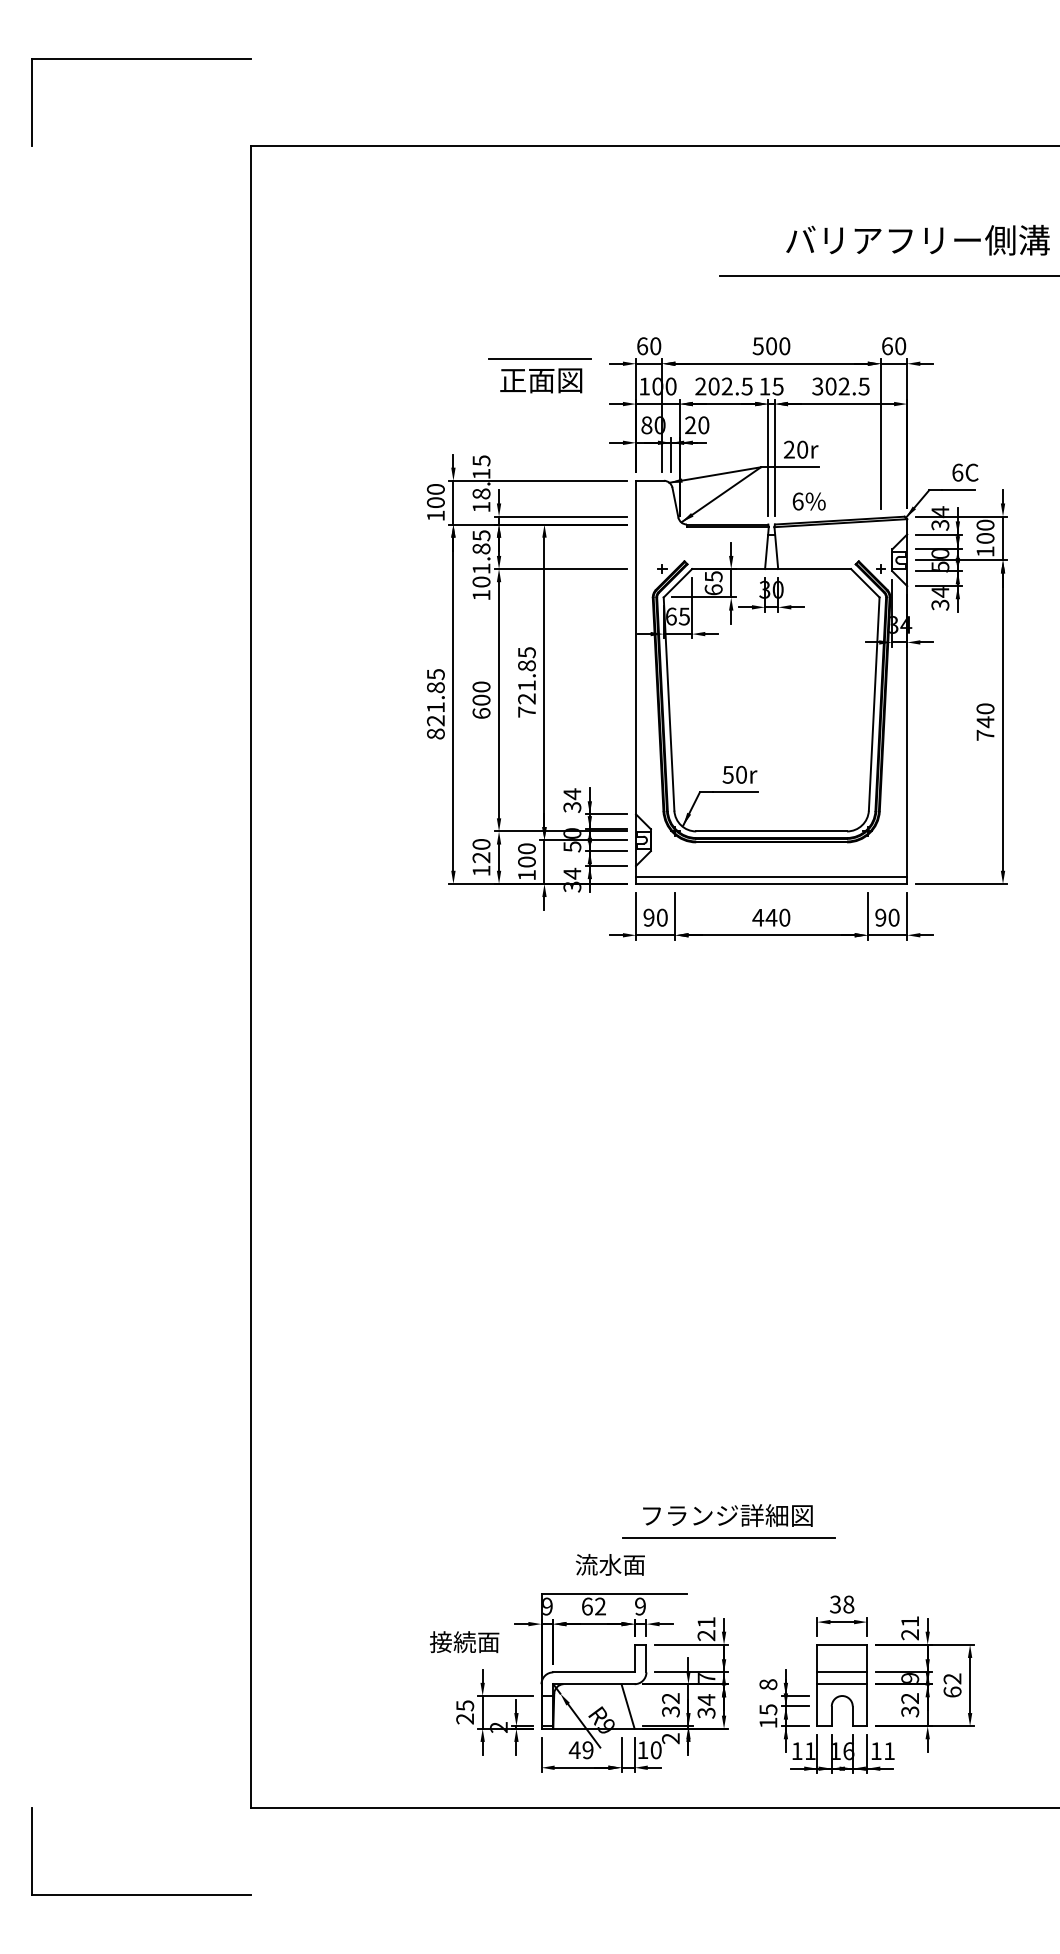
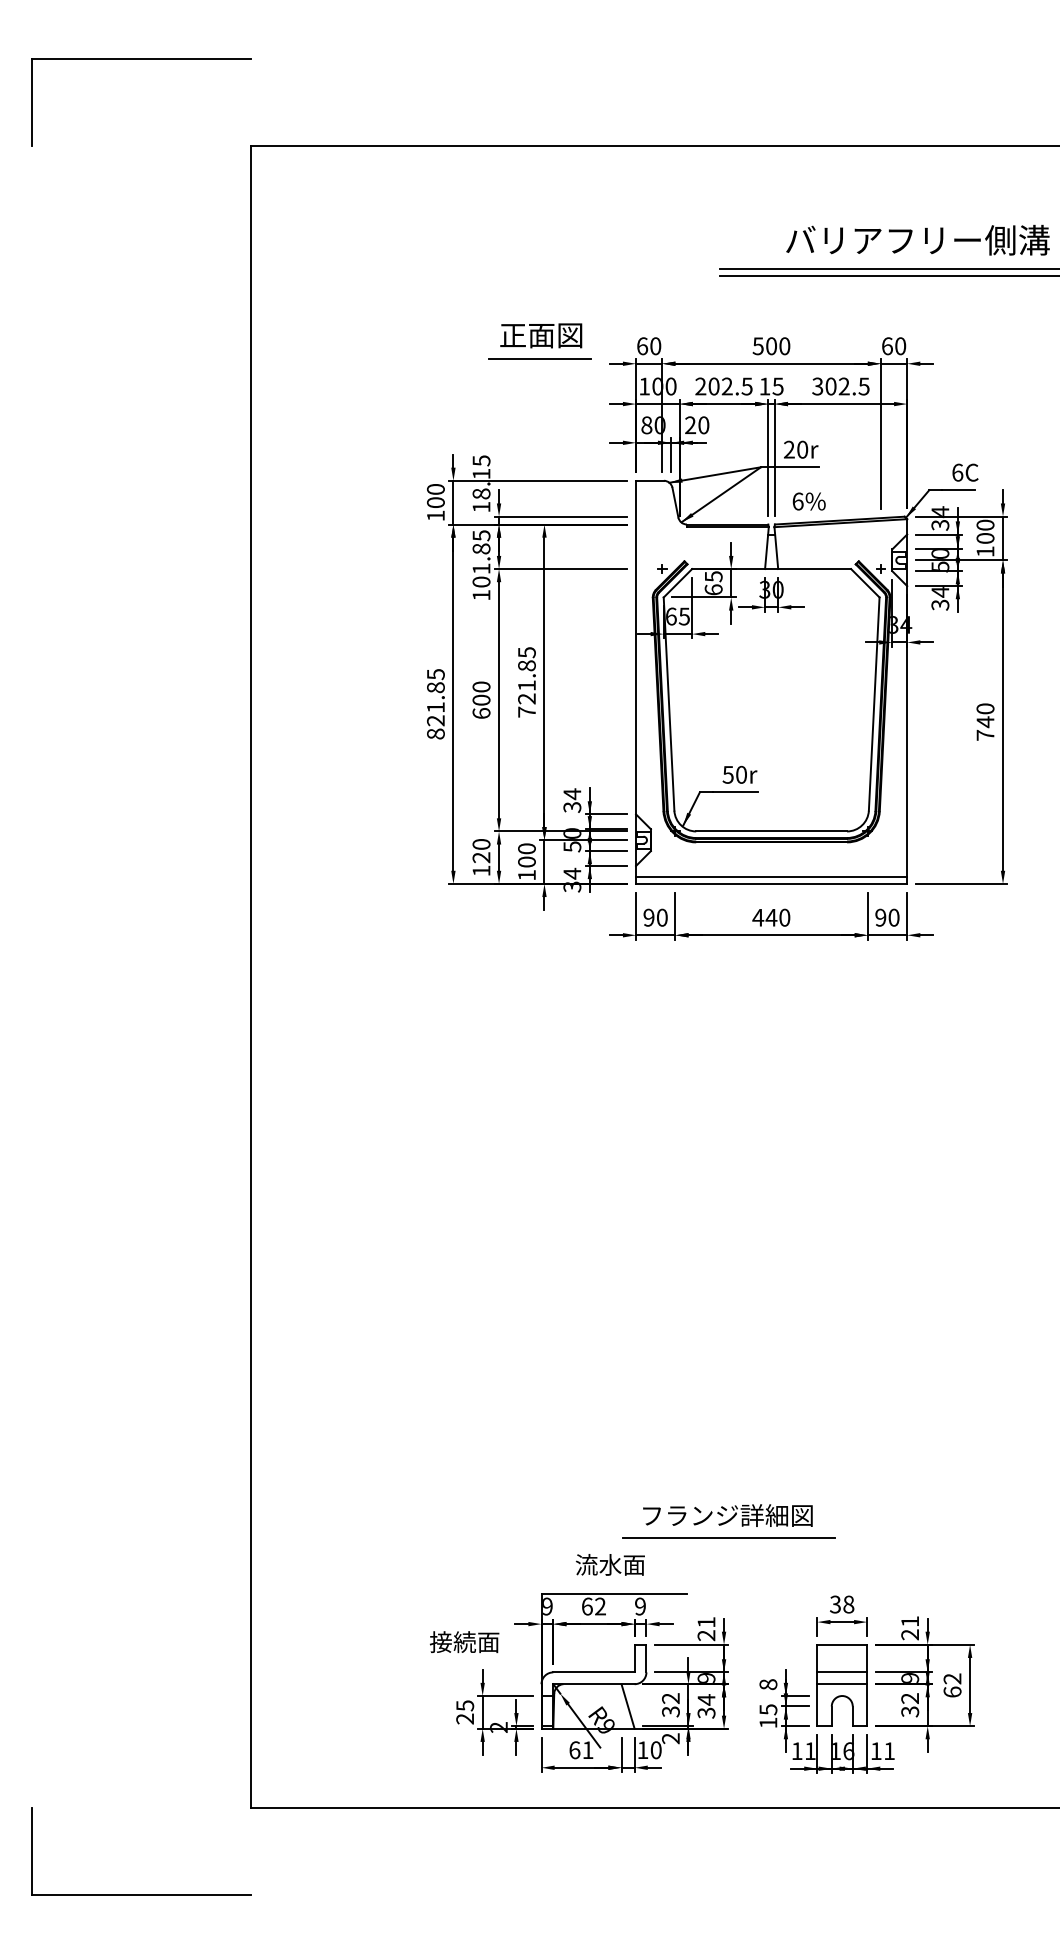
line at (888, 269): none -> present
text at (541, 380) position: (541, 380) -> (541, 335)
text at (706, 1677): 7 -> 9
text at (580, 1750): 49 -> 61
